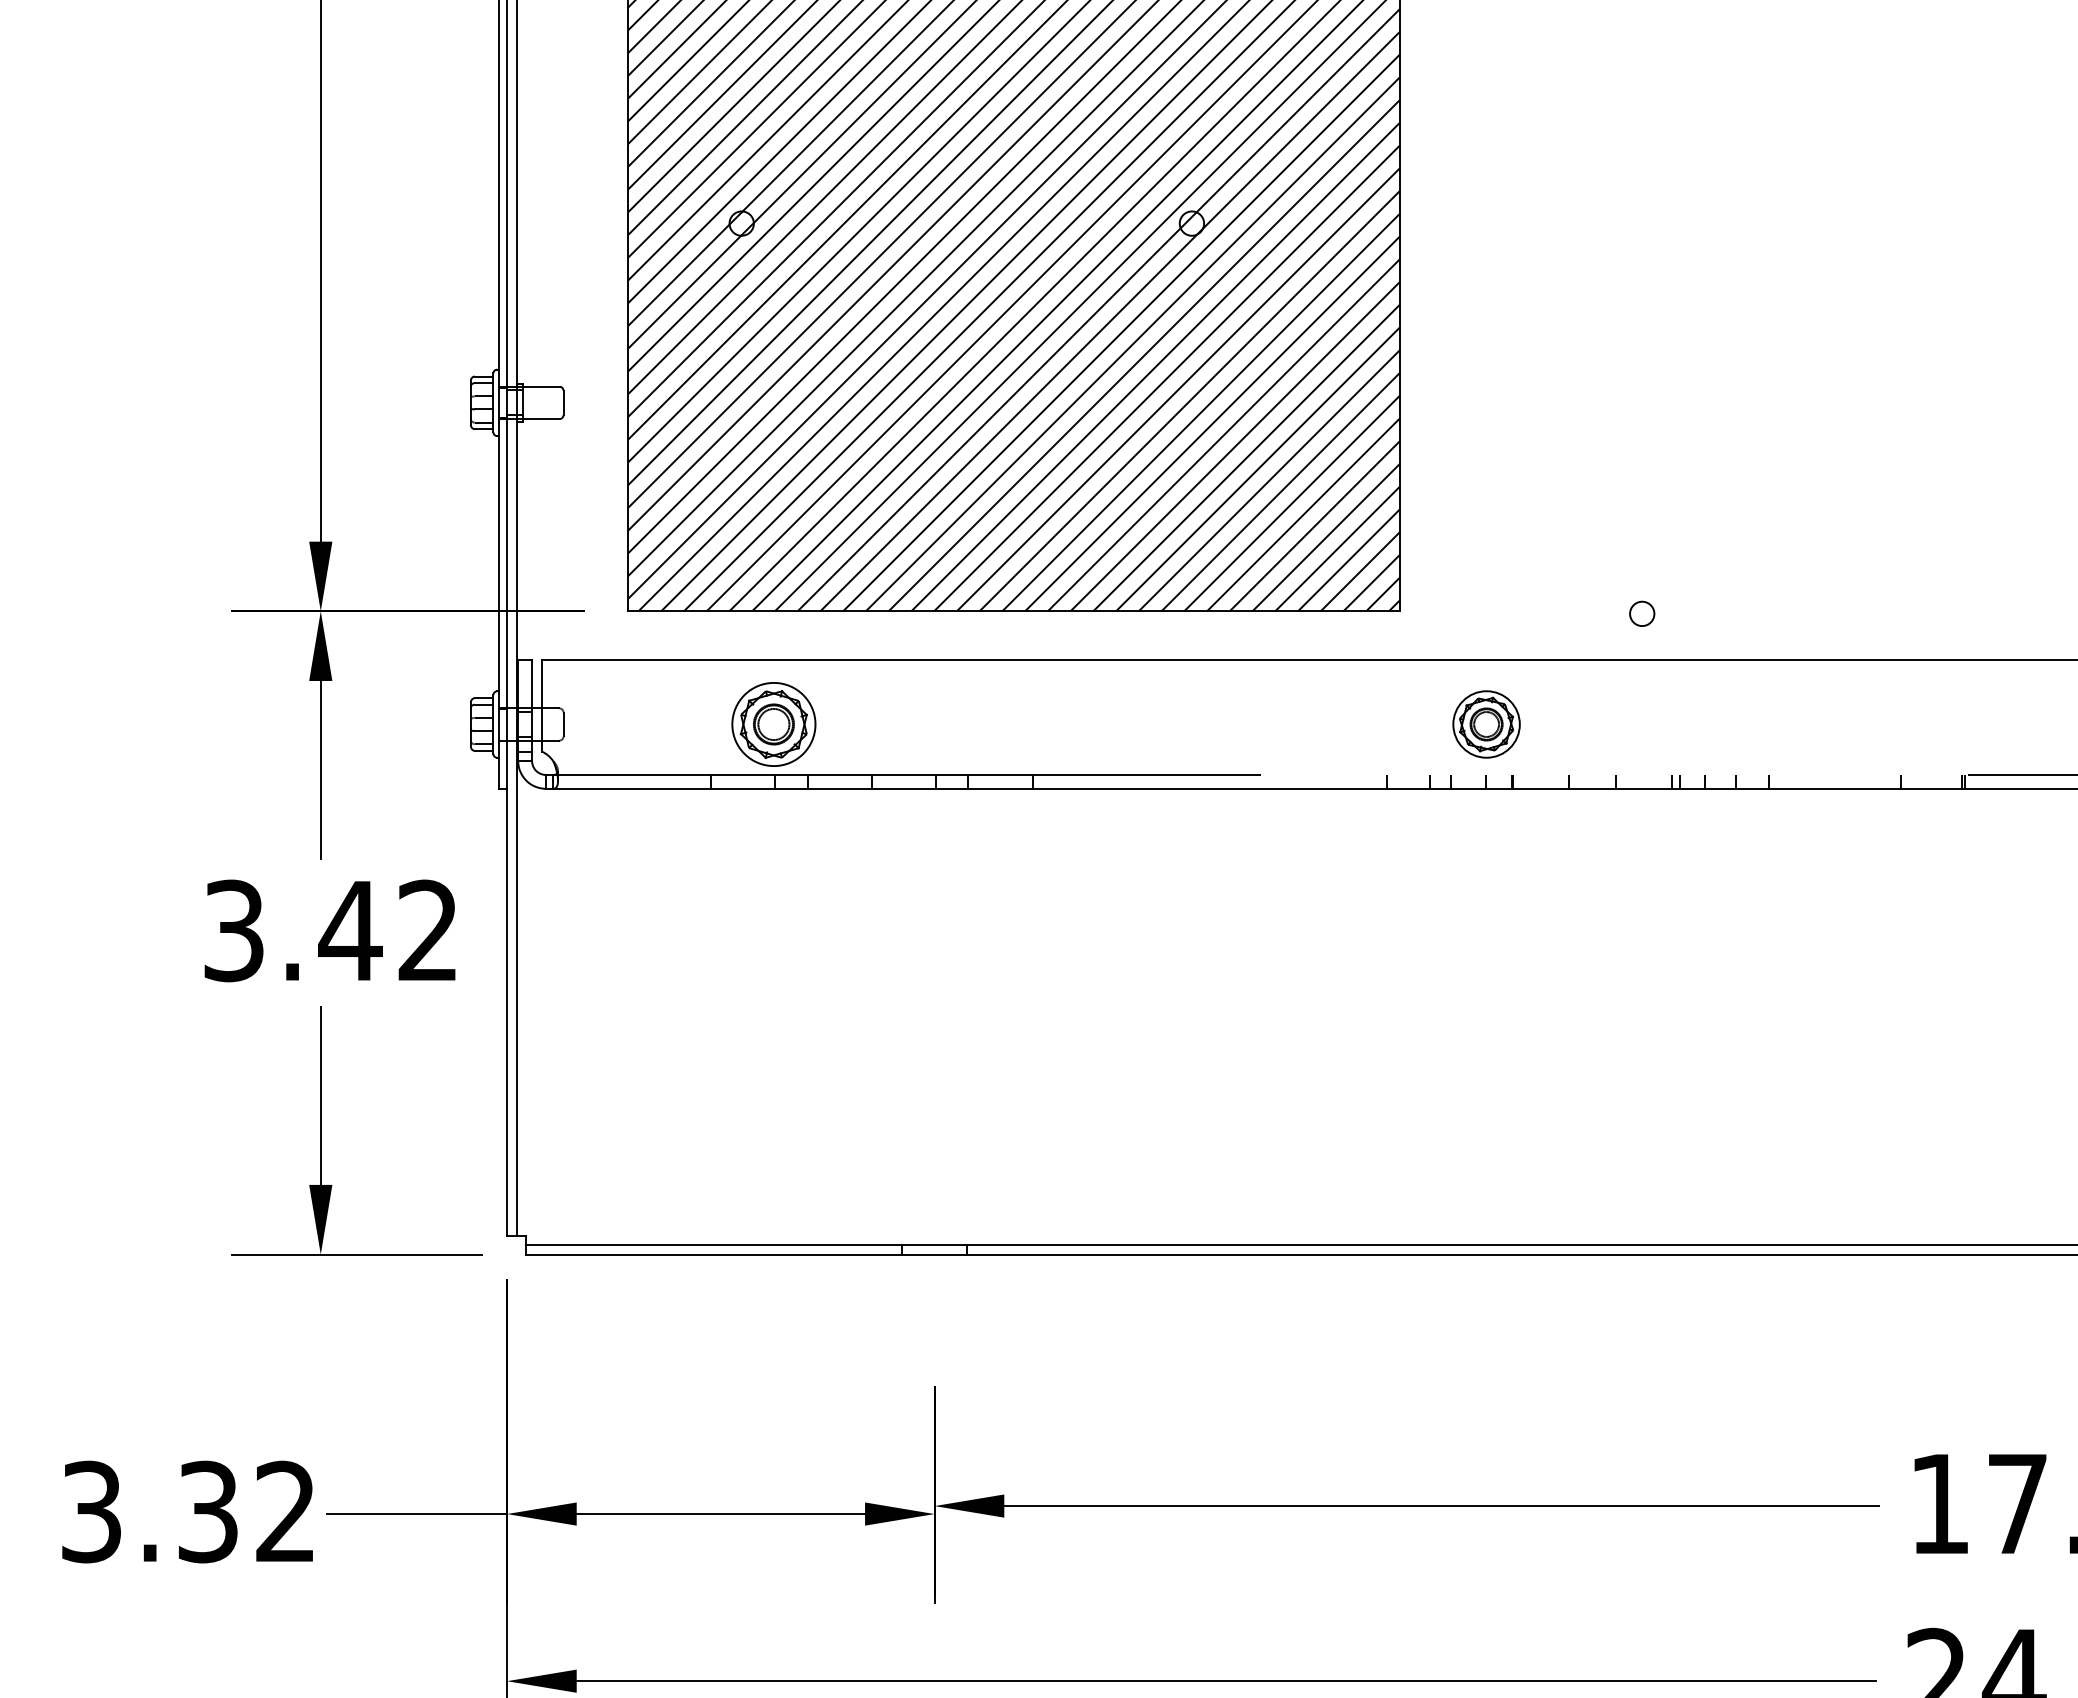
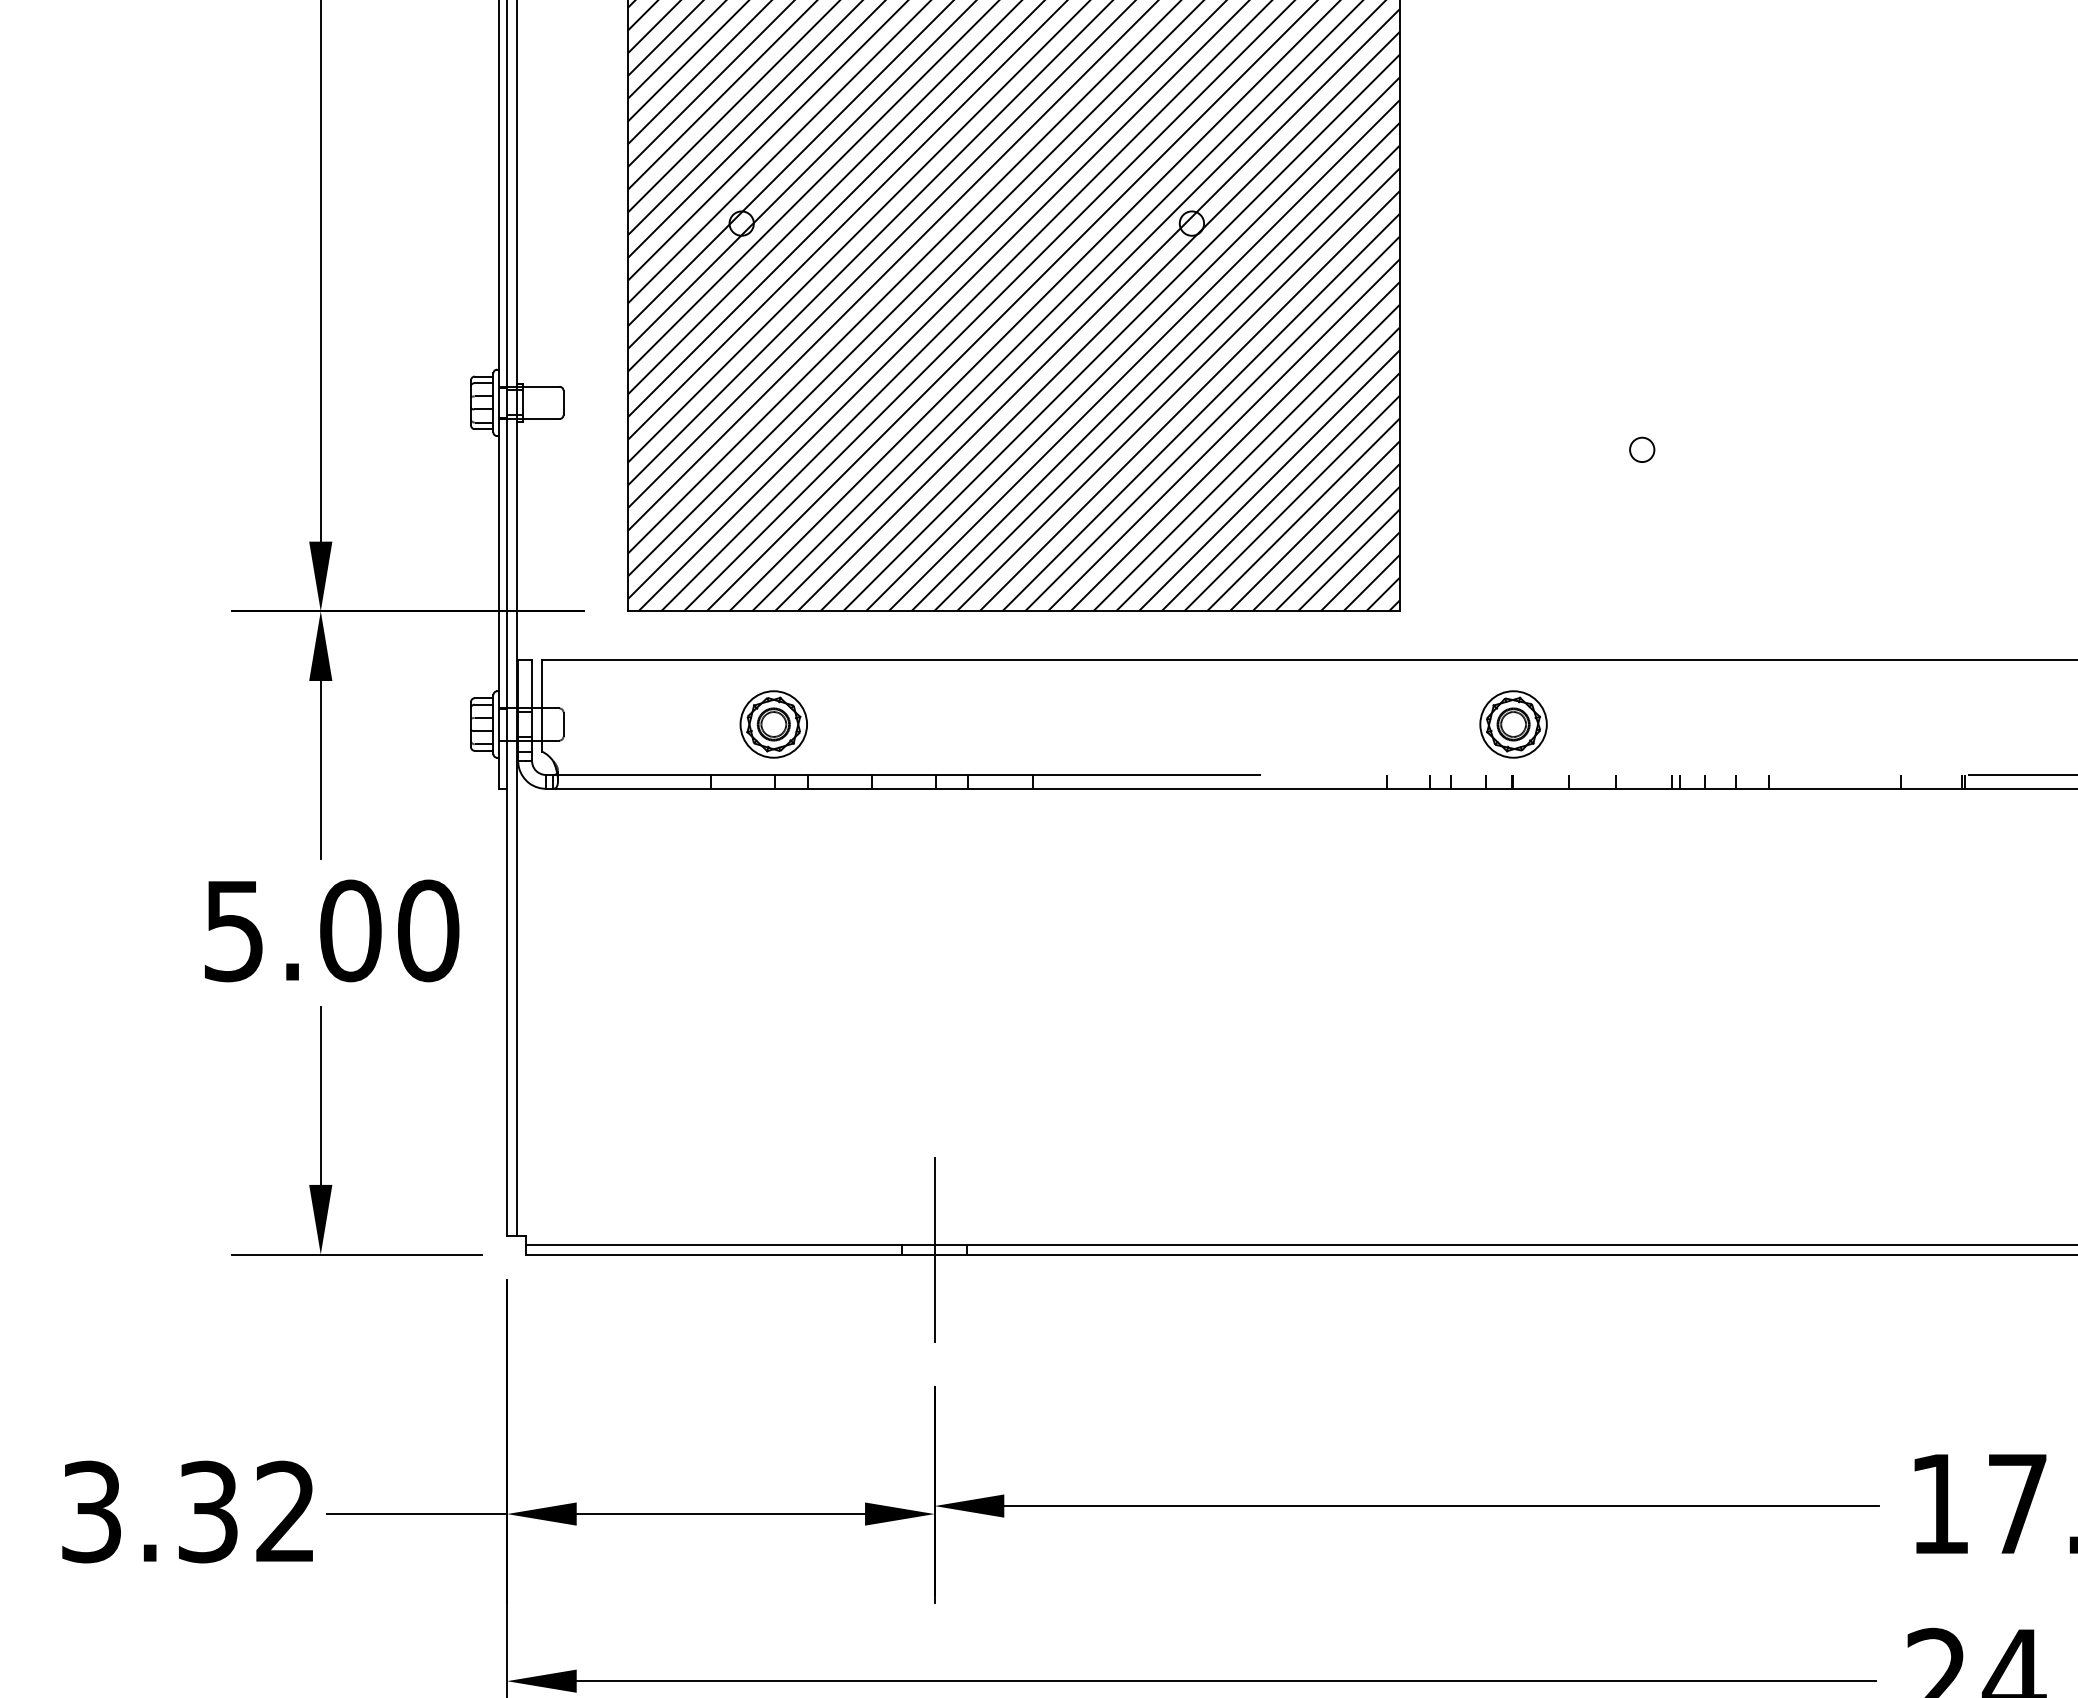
circle at (1642, 613) position: (1642, 613) -> (1642, 449)
part at (773, 724) size: 86x85 px -> 69x69 px
part at (1486, 724) position: (1486, 724) -> (1513, 724)
text at (331, 930): 3.42 -> 5.00
line at (934, 1249): none -> present
